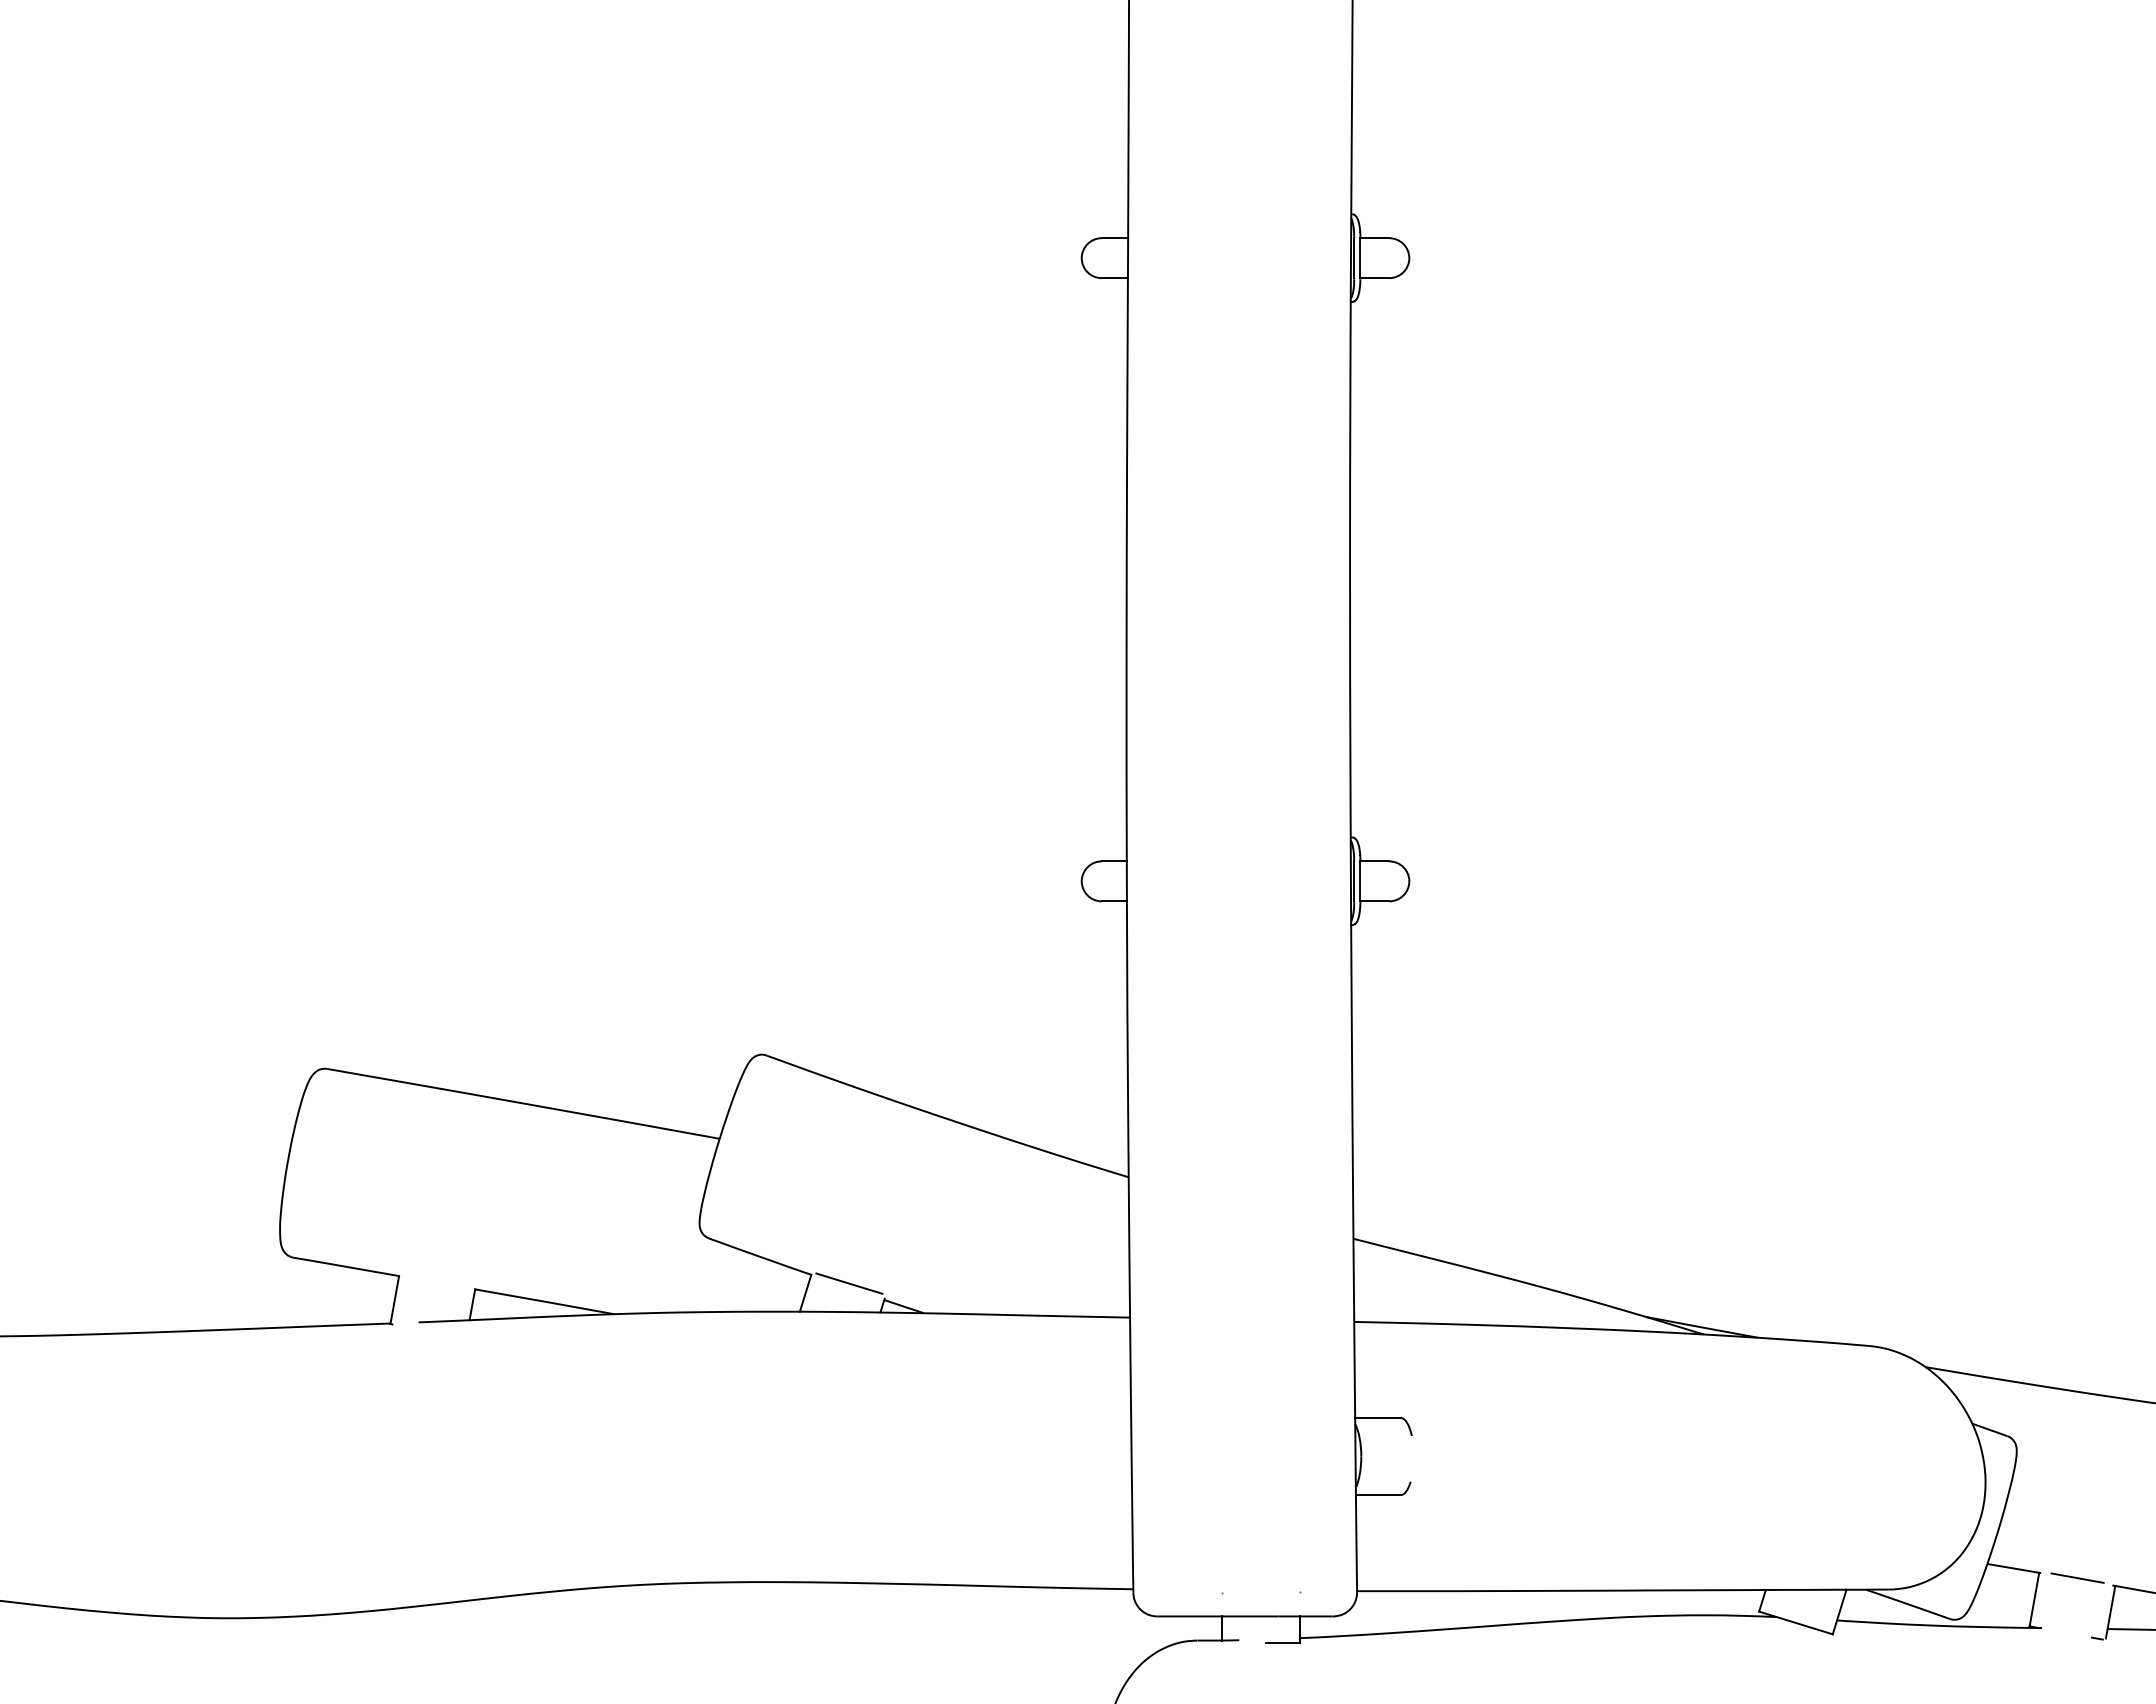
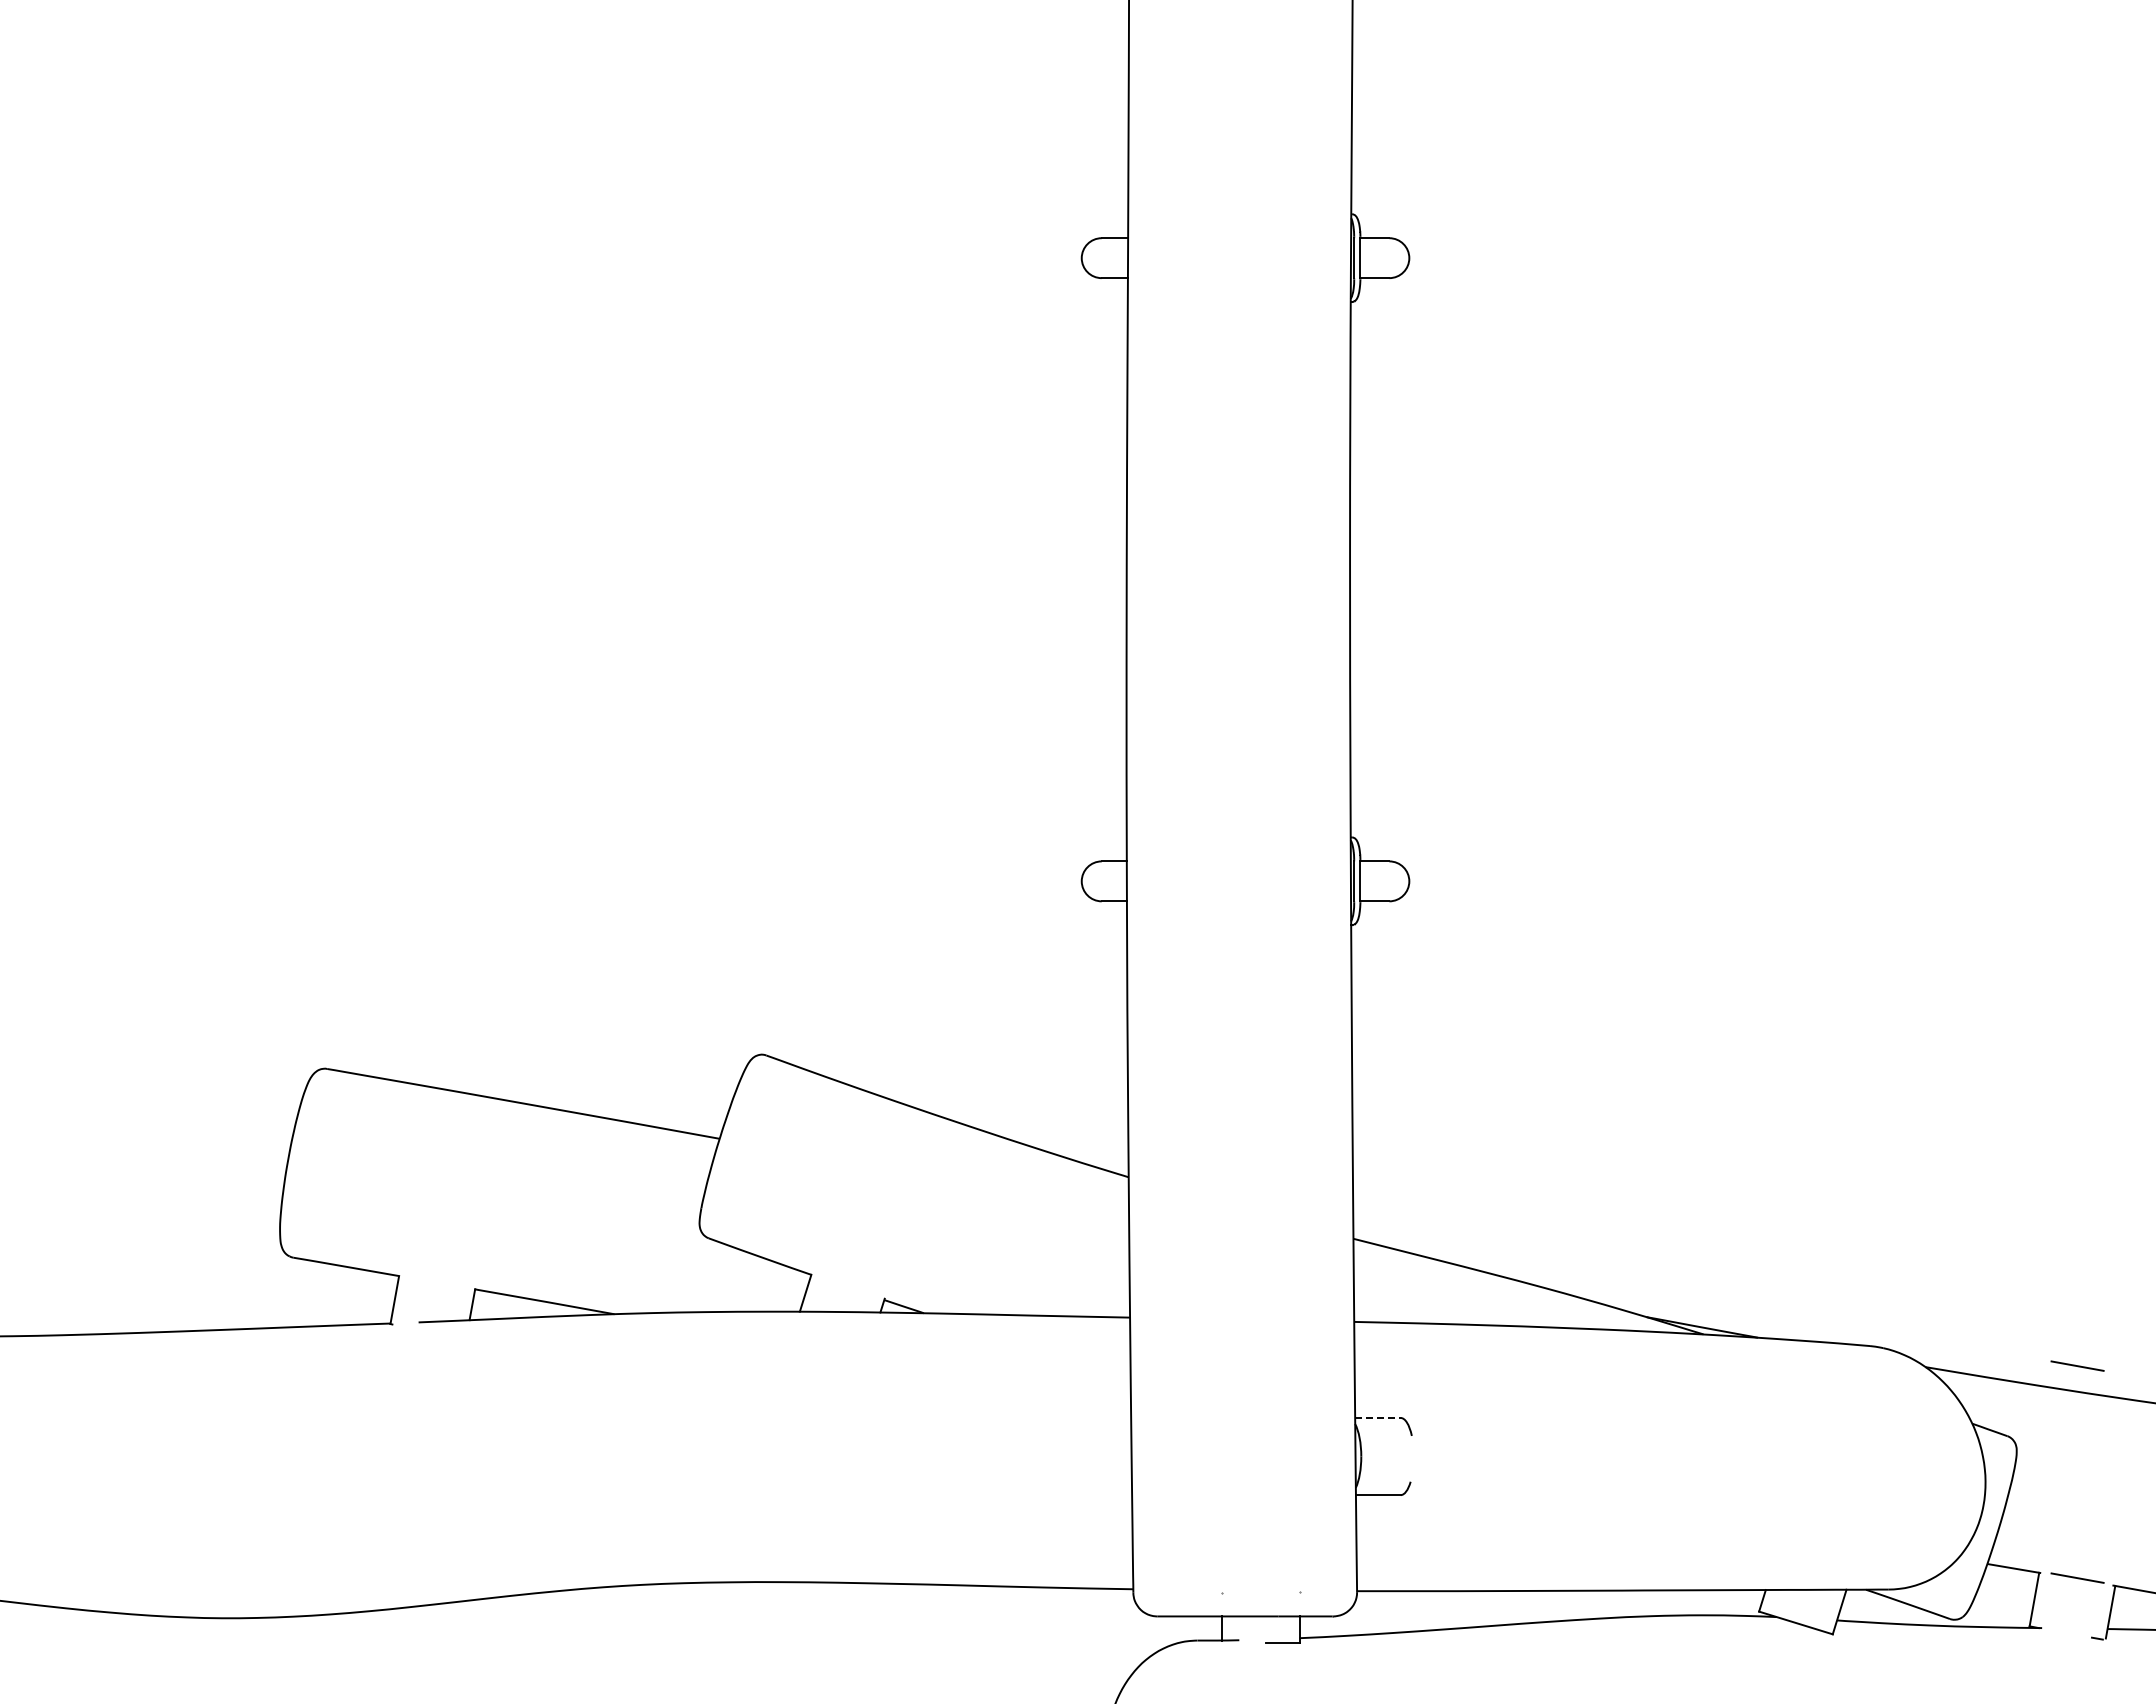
line at (849, 1283): present -> none
line at (2077, 1365): none -> present
line at (1377, 1417): solid -> dashed
